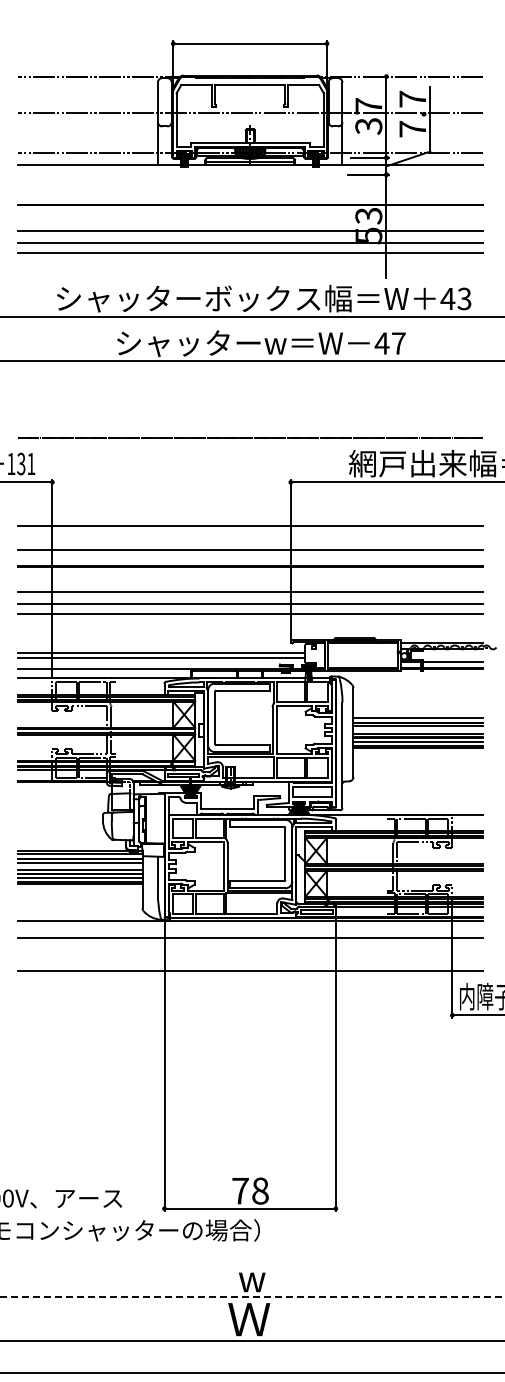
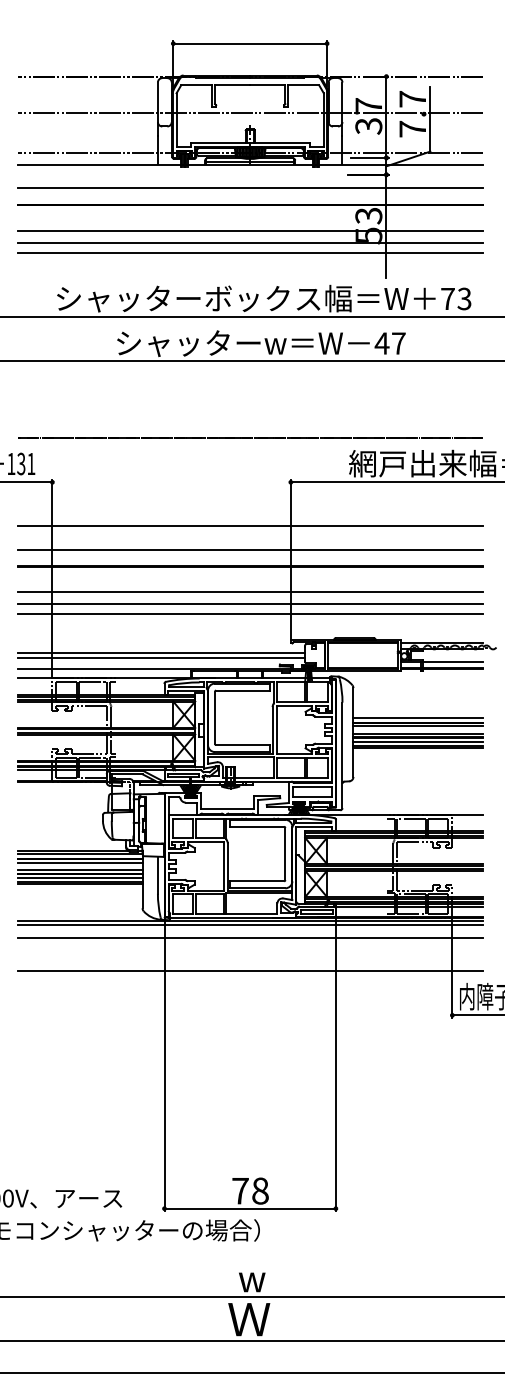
line at (250, 188): none -> present
text at (447, 298): 43 -> 73
line at (250, 924): none -> present
line at (252, 1296): dashed -> solid
